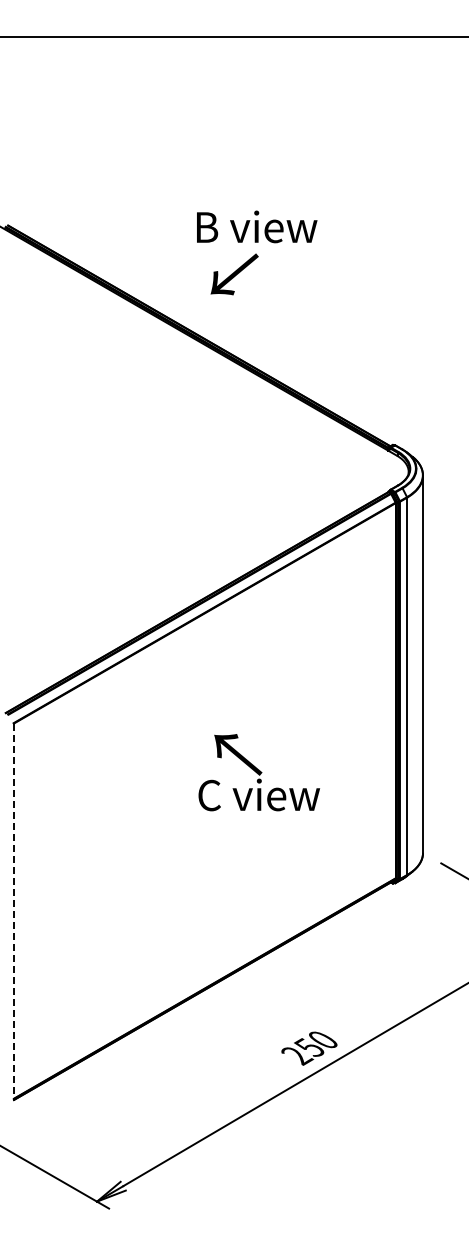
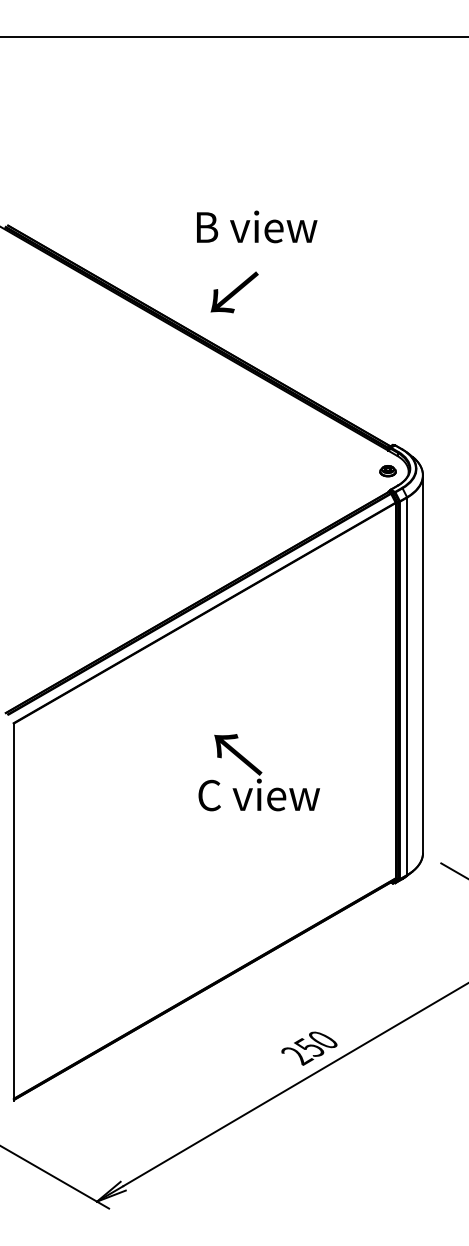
text at (234, 274) position: (234, 274) -> (234, 292)
part at (387, 471): none -> present
line at (14, 912): dashed -> solid
